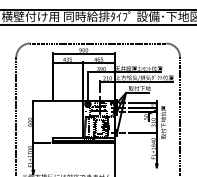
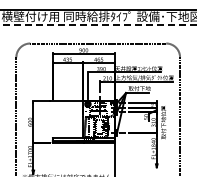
line at (98, 25): solid -> dashed
